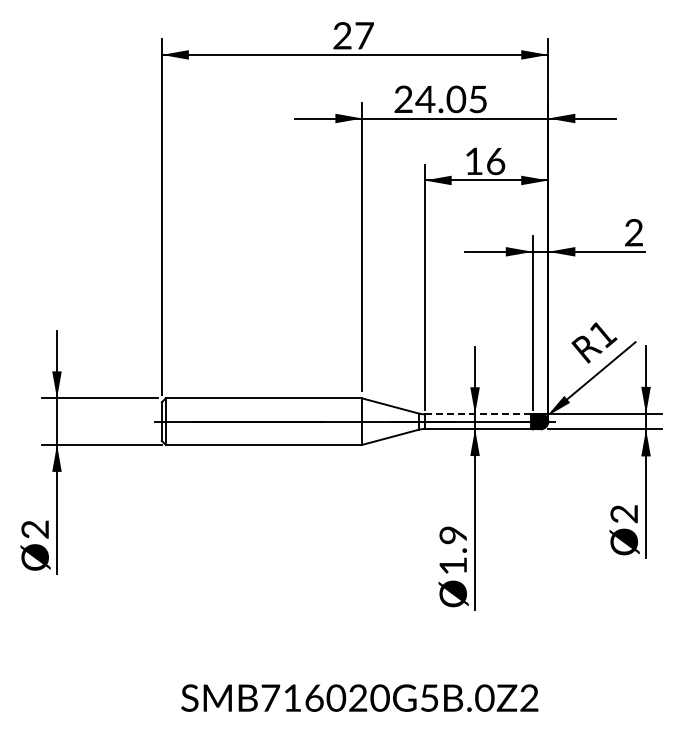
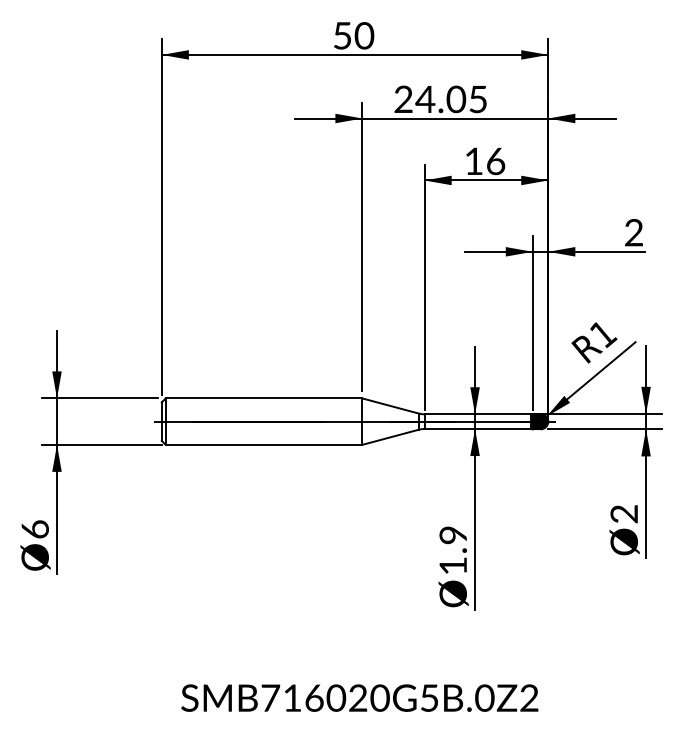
text at (353, 35): 27 -> 50
line at (478, 414): dashed -> solid
text at (34, 529): 2 -> 6
